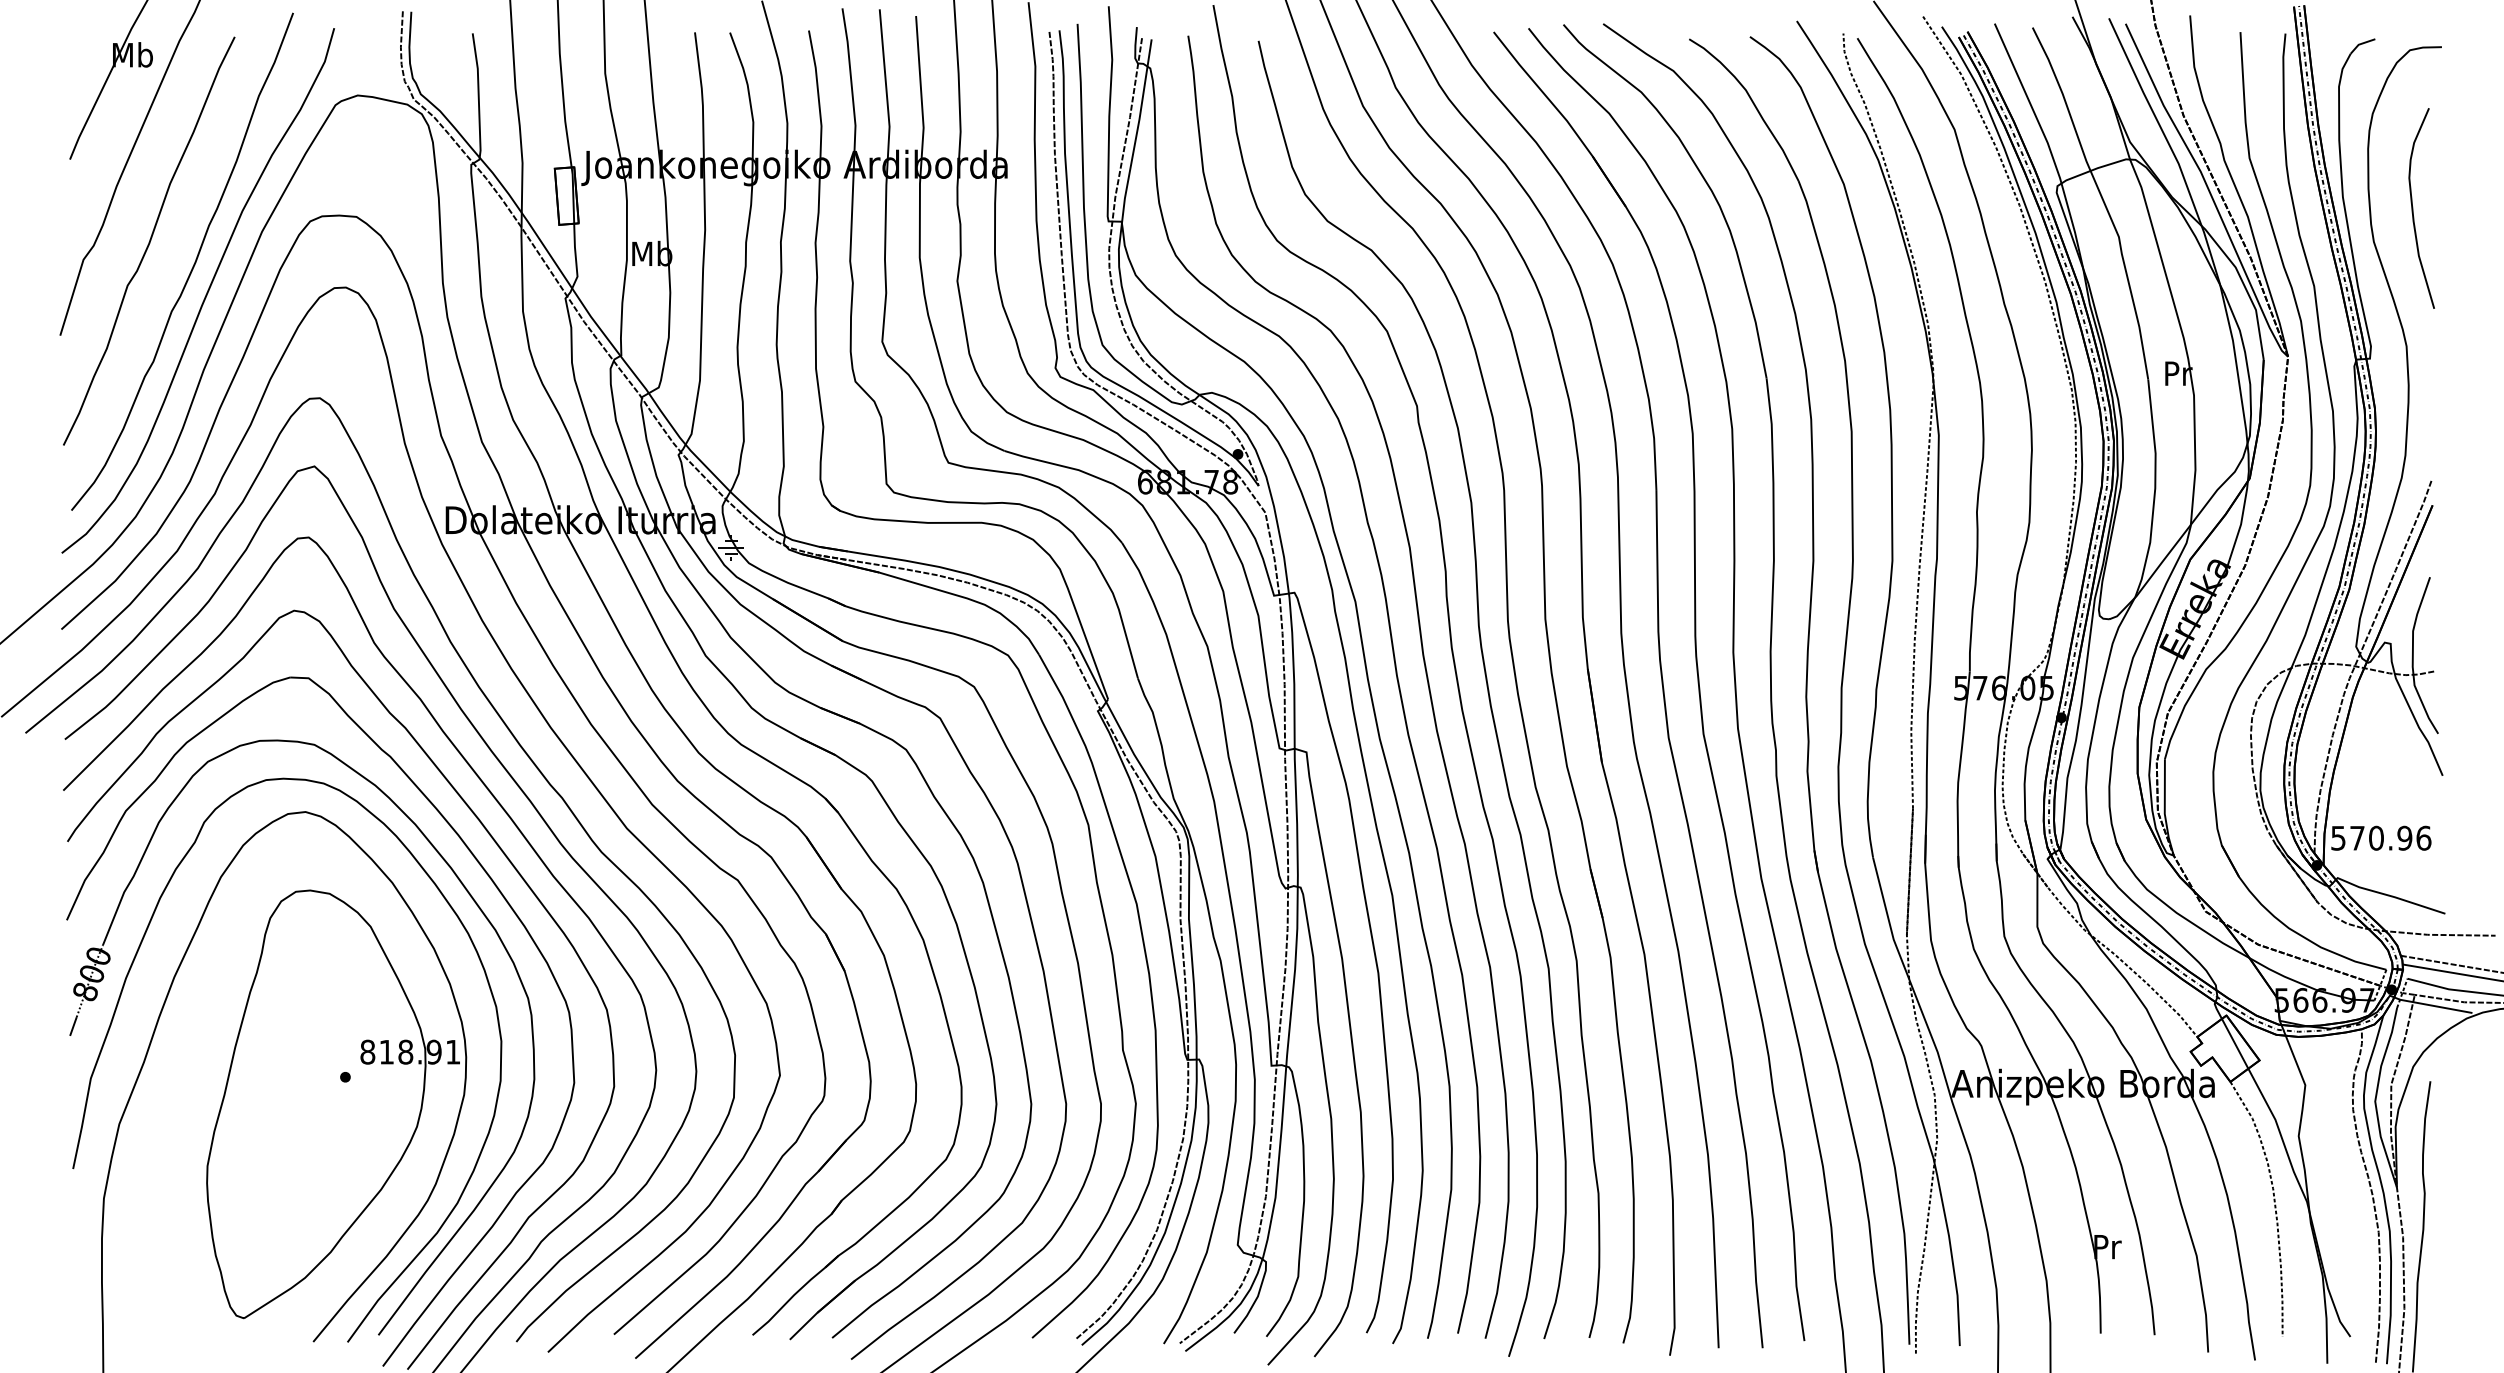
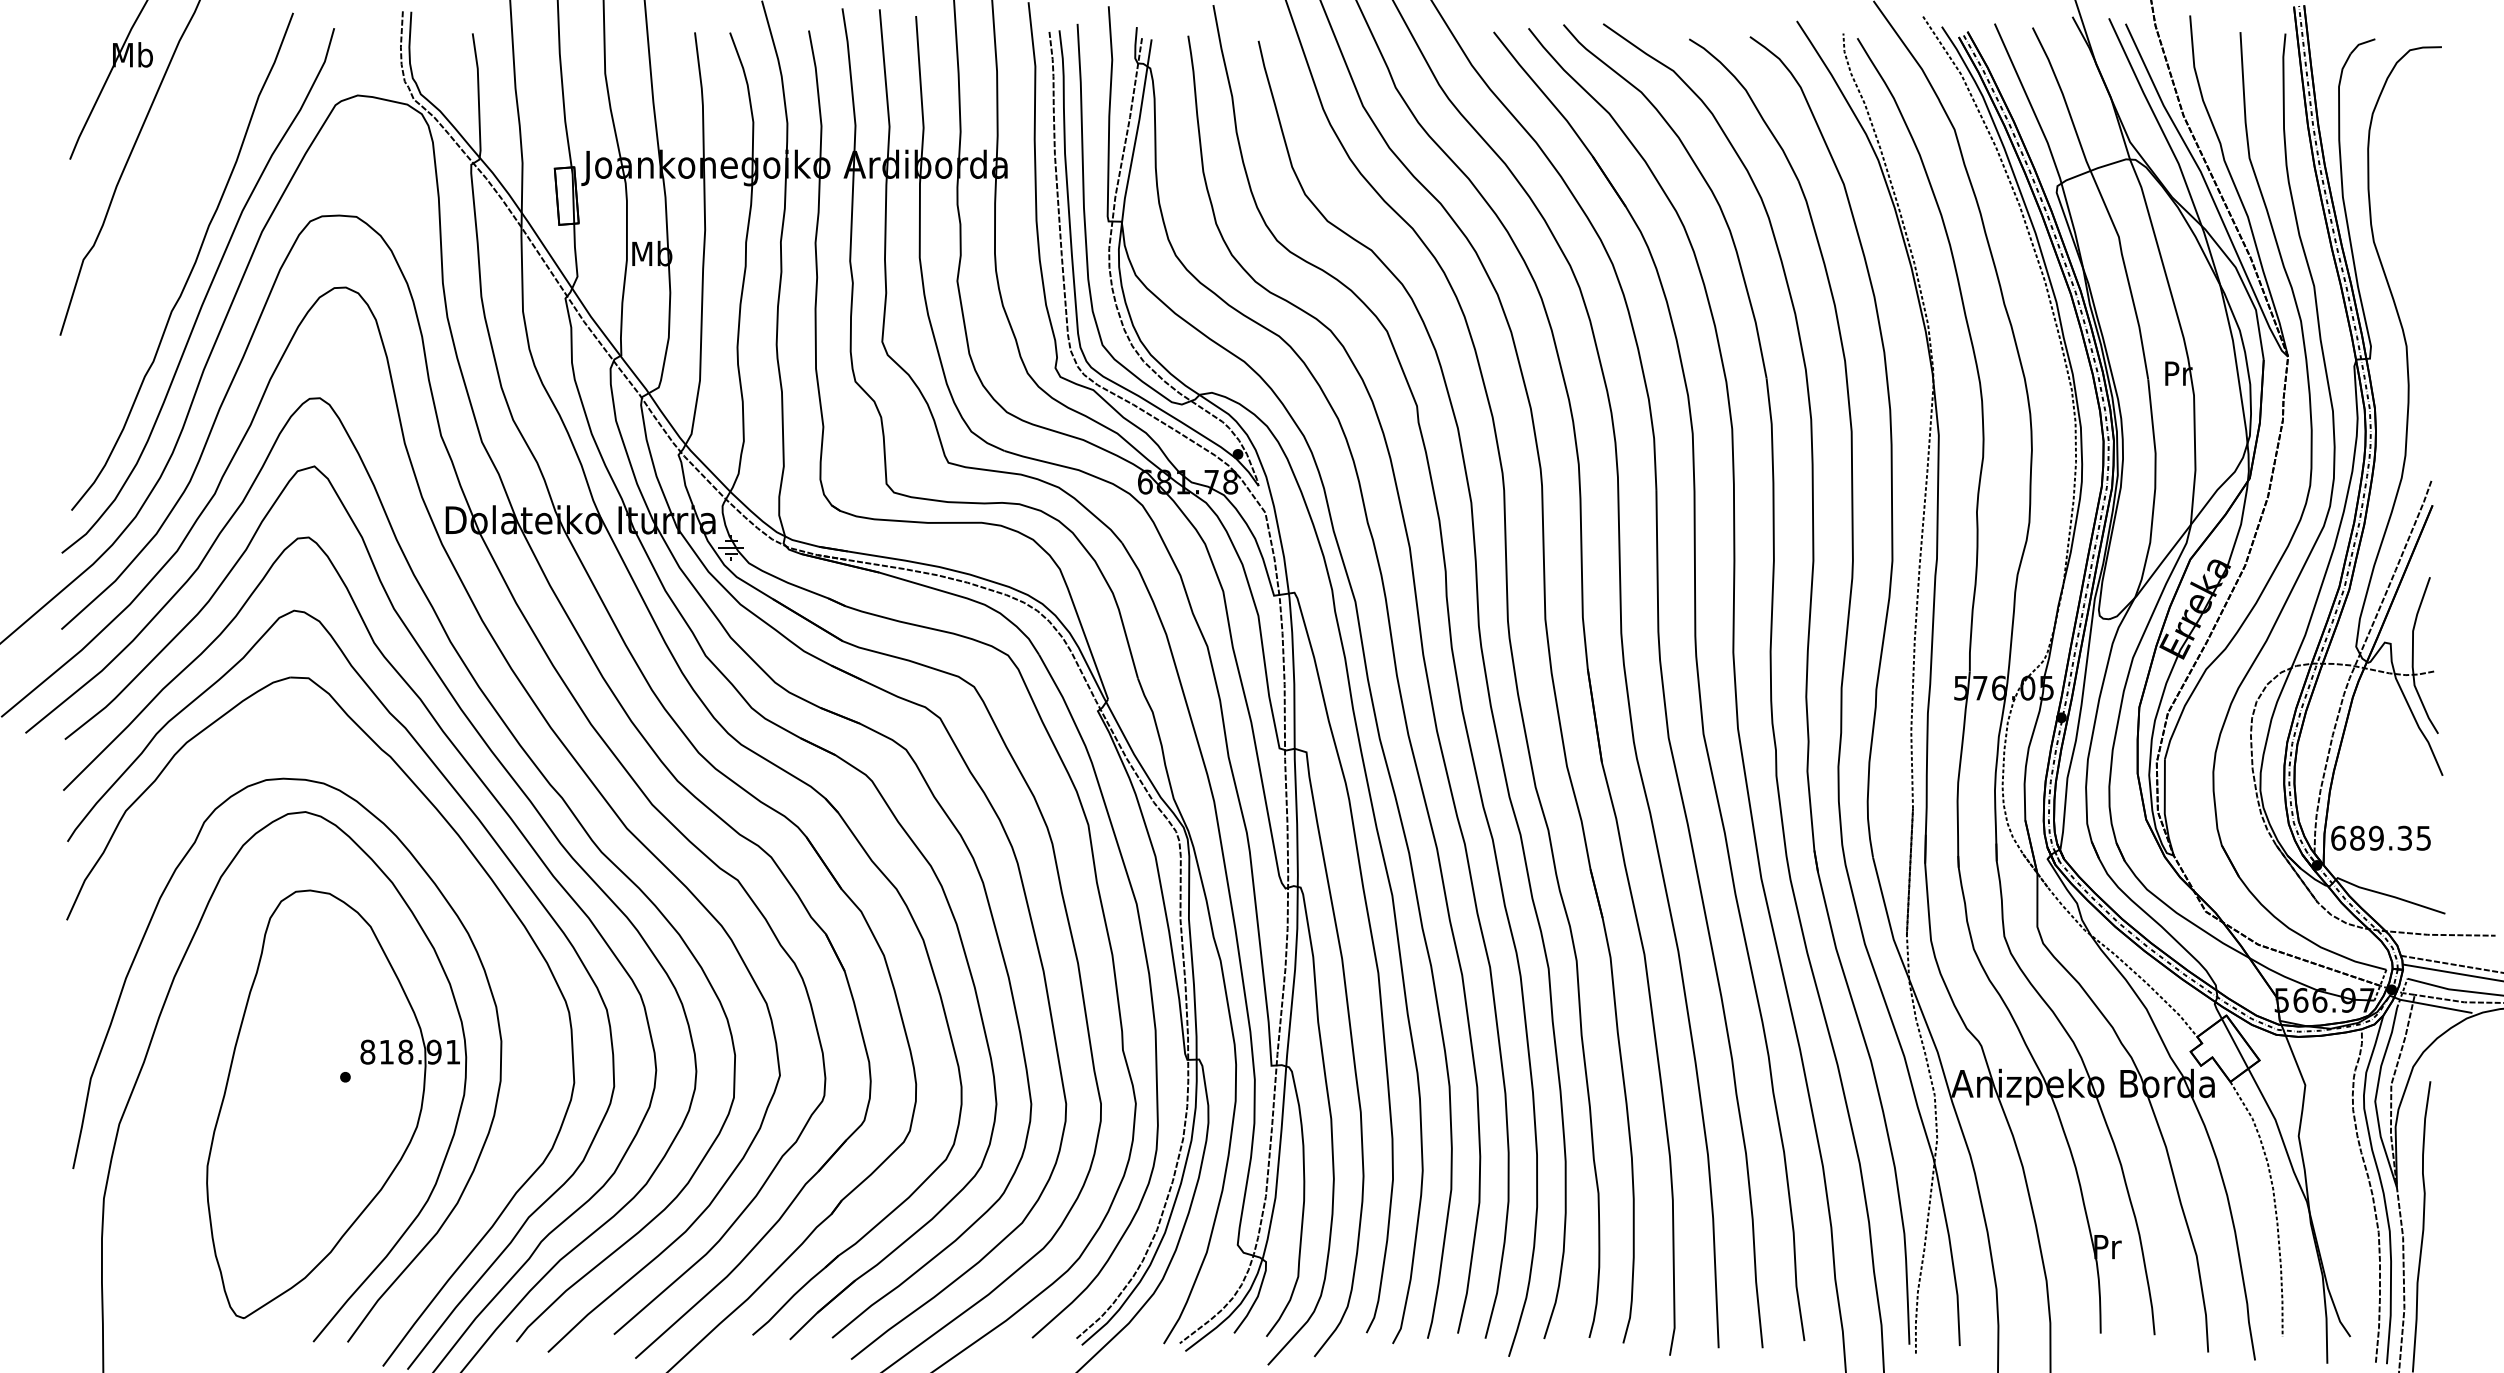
curve at (2413, 208): present -> none
curve at (149, 240): present -> none
text at (2381, 837): 570.96 -> 689.35
part at (110, 960): present -> none
